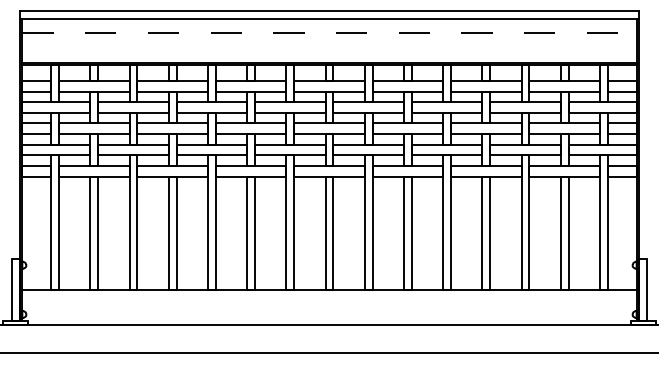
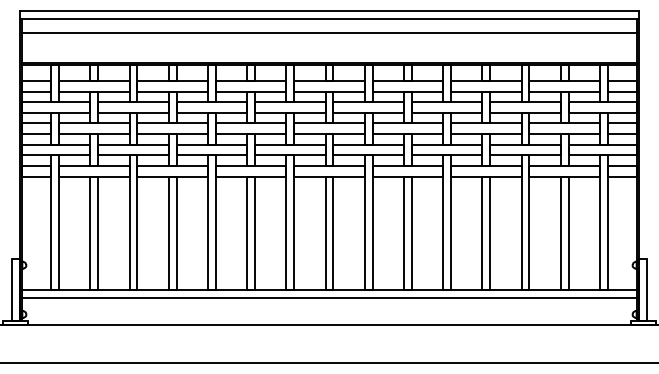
line at (330, 32): dashed -> solid
line at (329, 298): none -> present
line at (328, 352) position: (328, 352) -> (328, 362)
